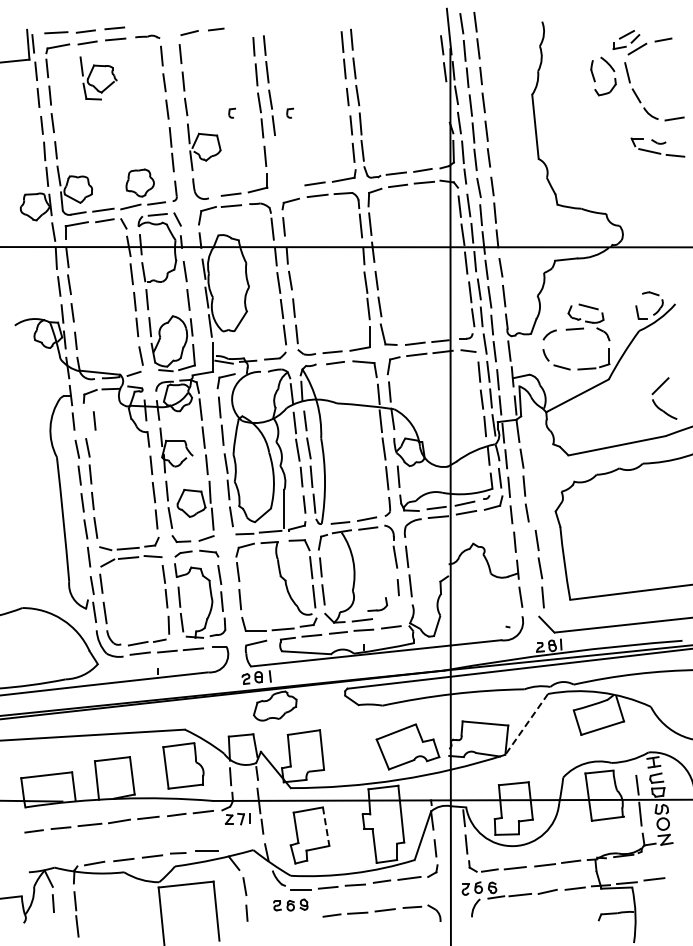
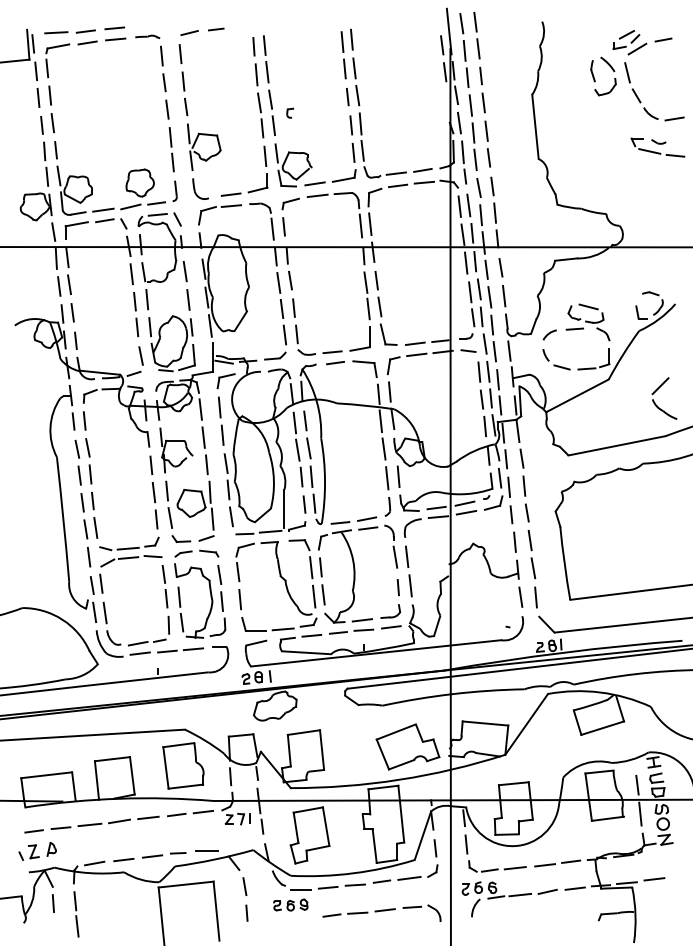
part at (98, 78) position: (98, 78) -> (293, 165)
part at (231, 112): present -> none
line at (94, 420) position: (94, 420) -> (84, 420)
part at (539, 569) position: (539, 569) -> (532, 569)
part at (377, 604) position: (377, 604) -> (390, 611)
line at (526, 724): dashed -> solid
line at (326, 826): dashed -> solid
part at (37, 851): none -> present
